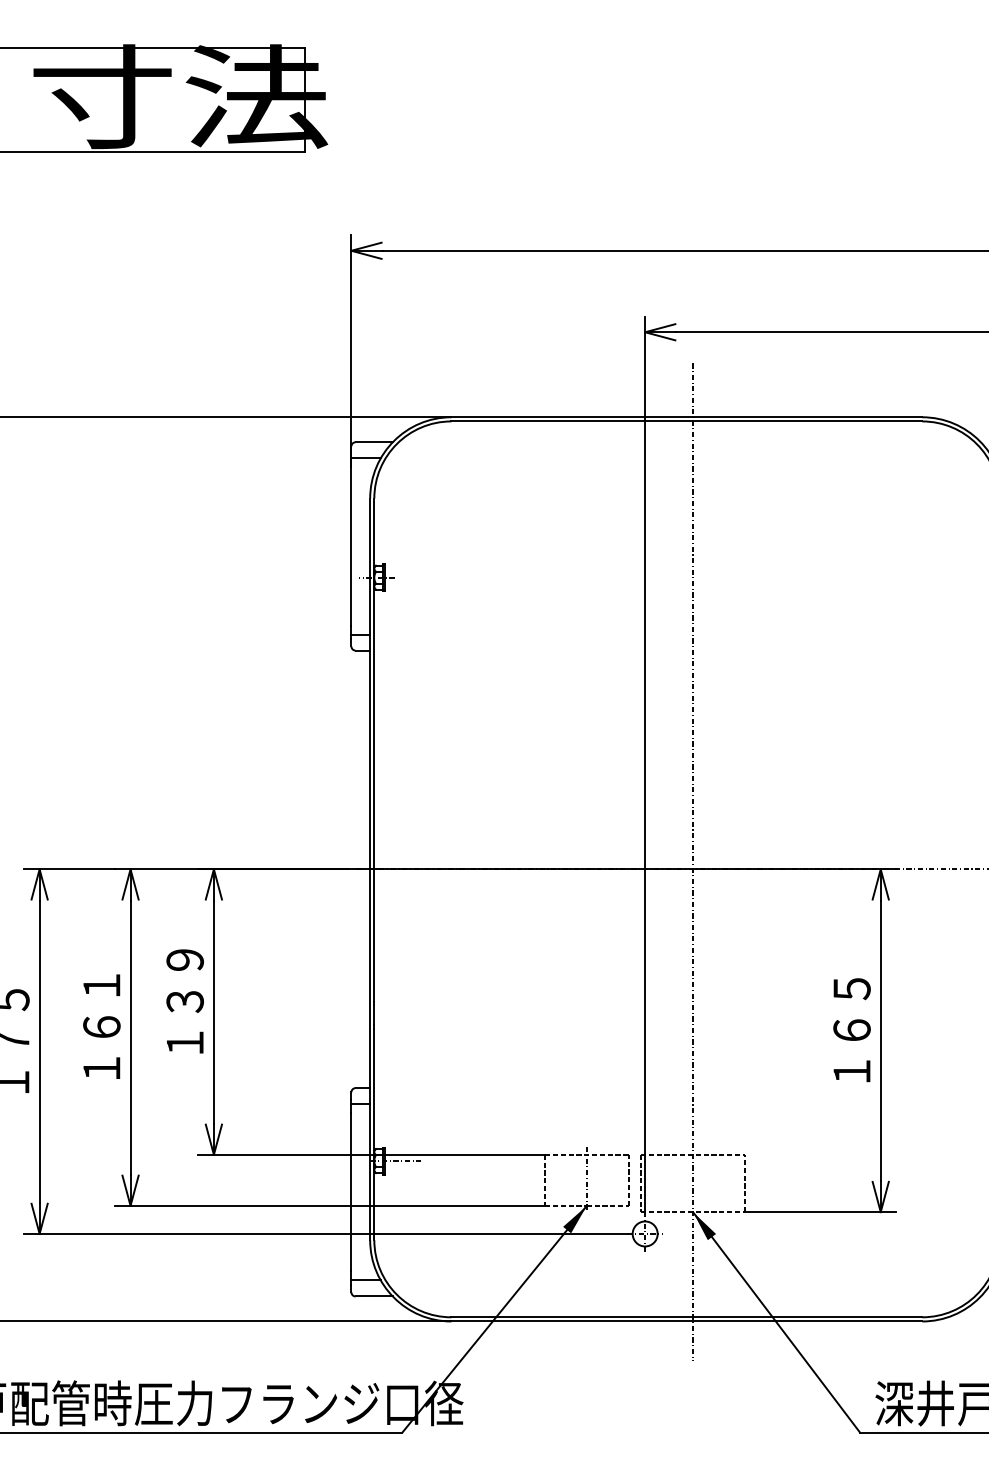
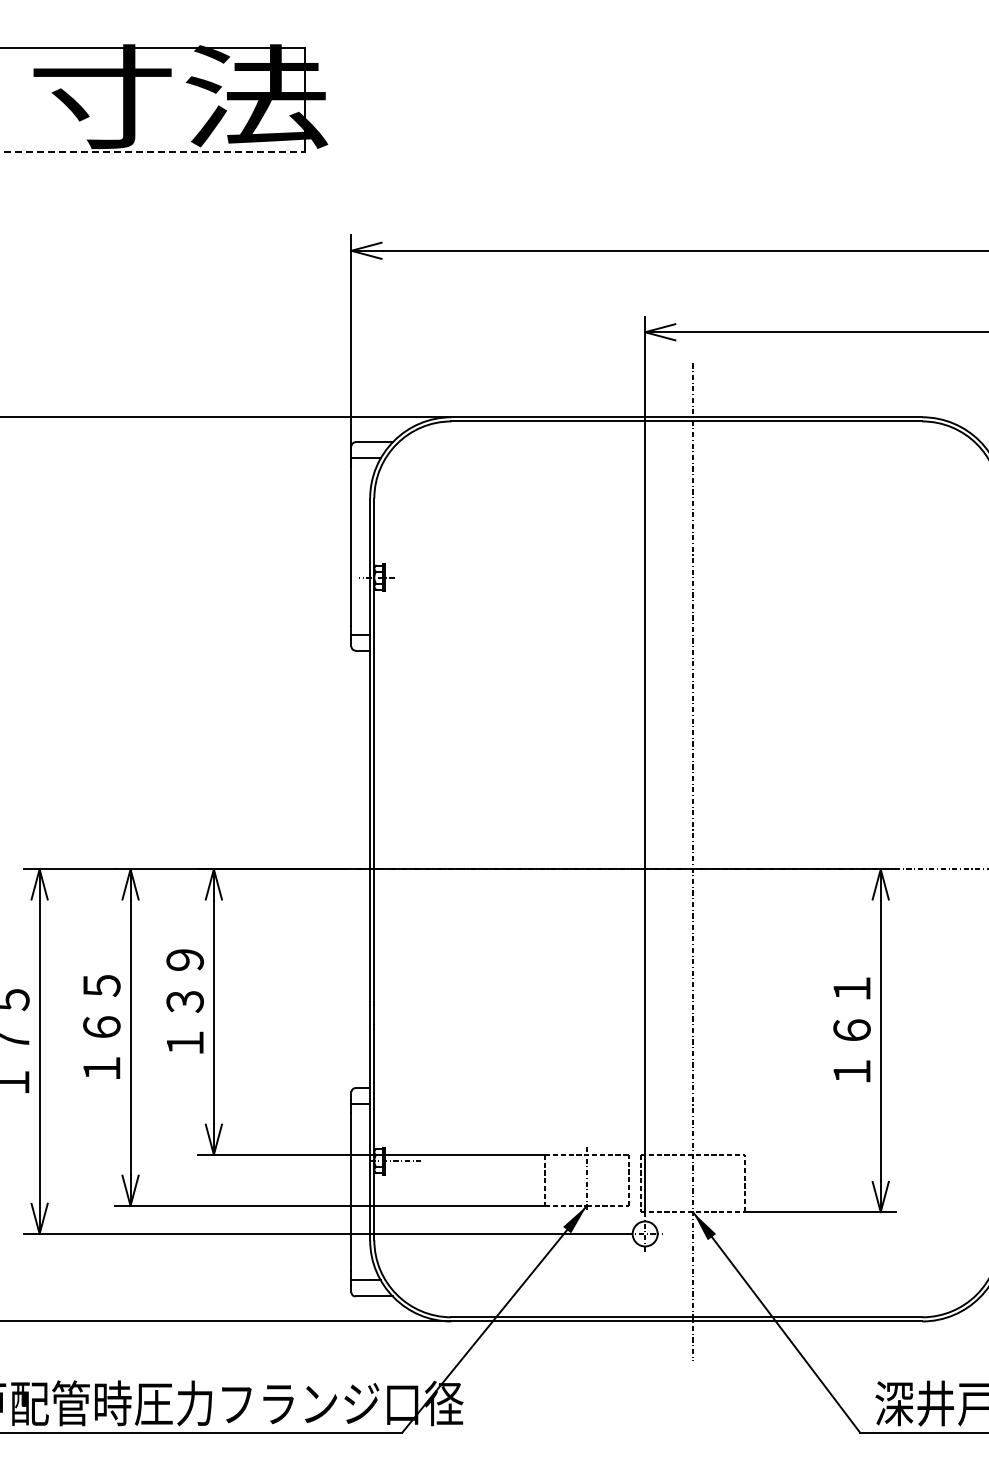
line at (153, 152): solid -> dashed
text at (101, 985): １６１ -> １６５
text at (851, 988): １６５ -> １６１
